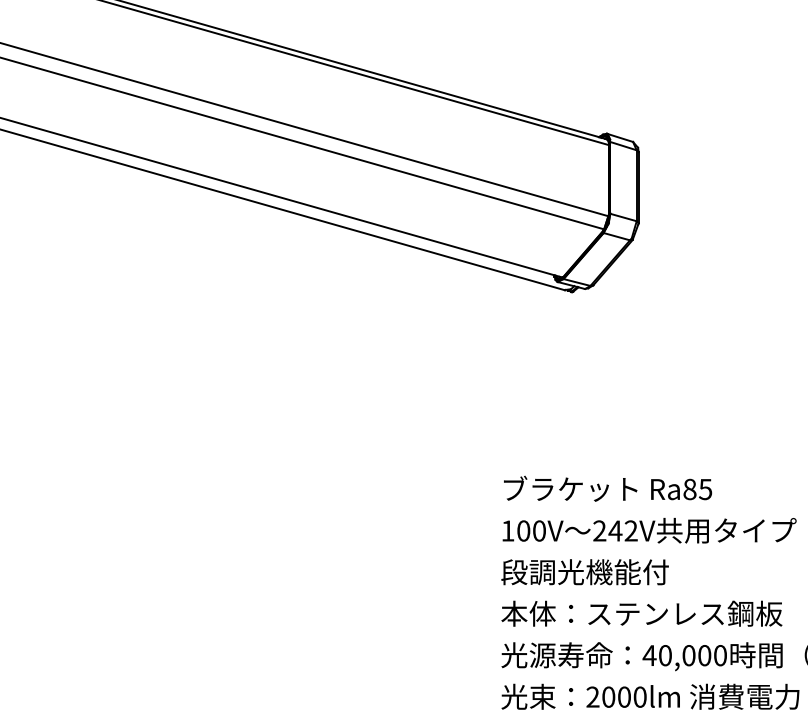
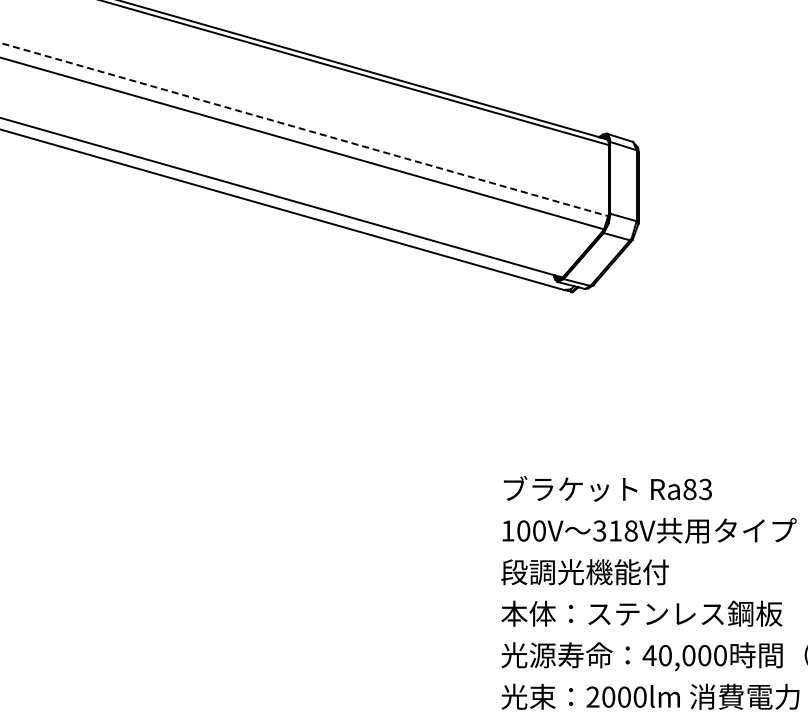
line at (305, 129): solid -> dashed
text at (705, 488): Ra85 -> Ra83
text at (615, 530): 242V -> 318V
